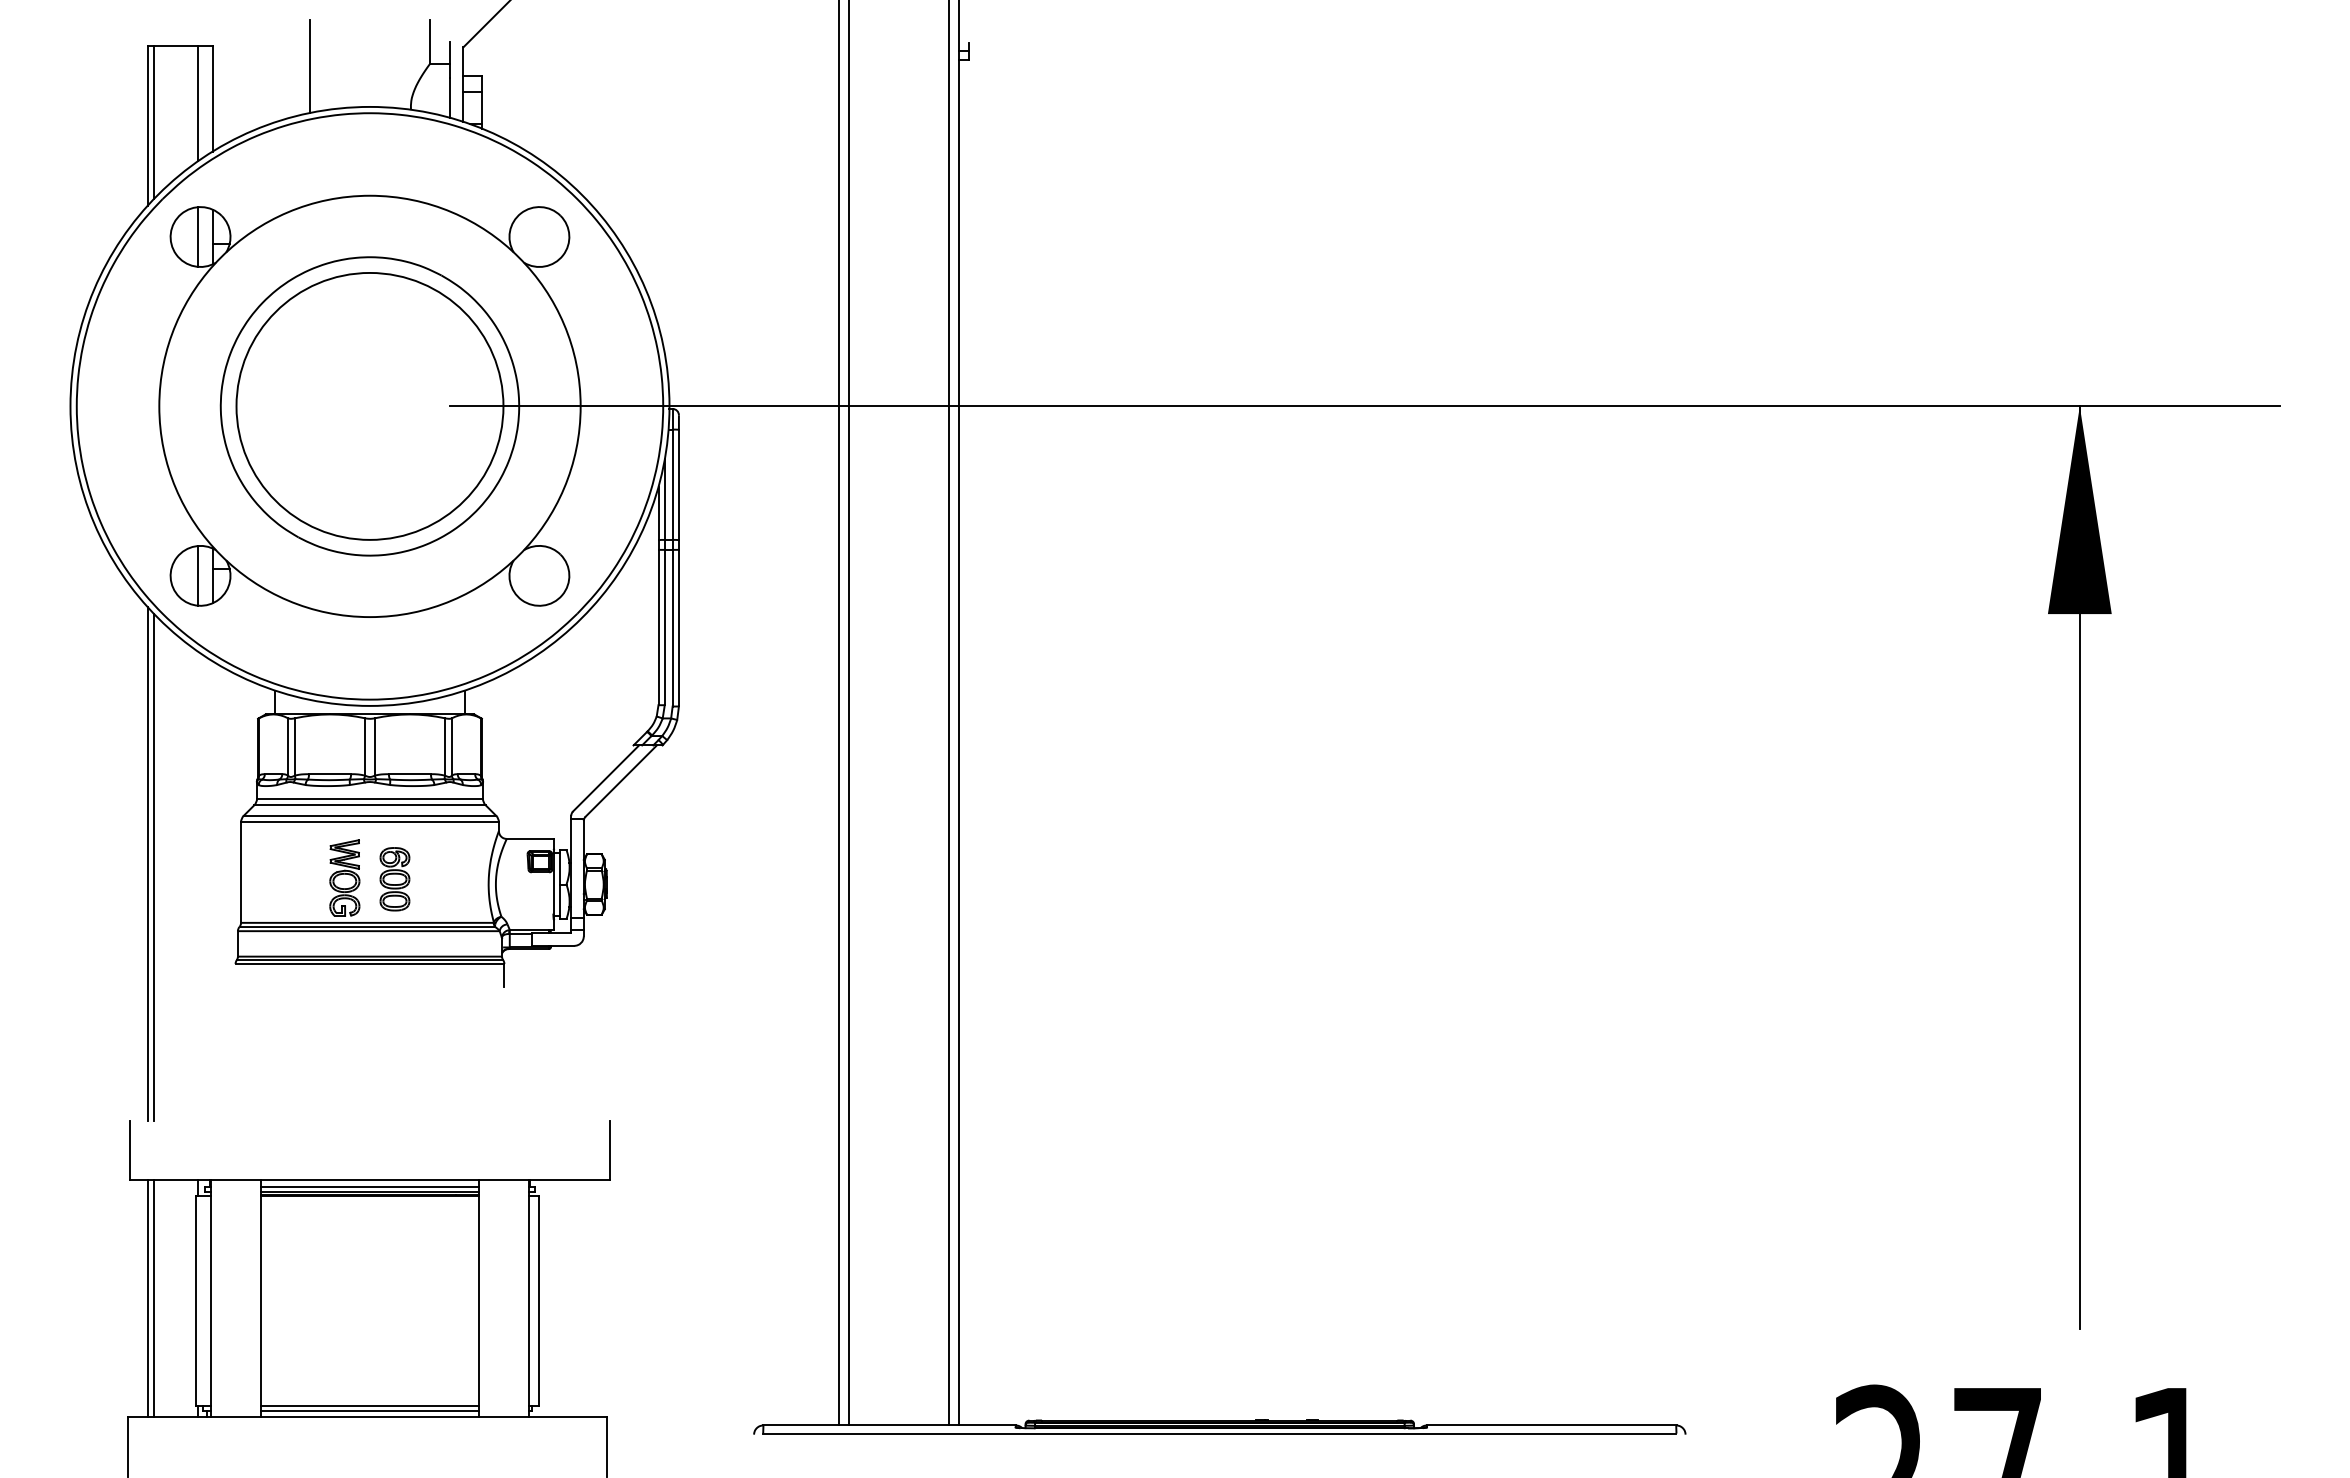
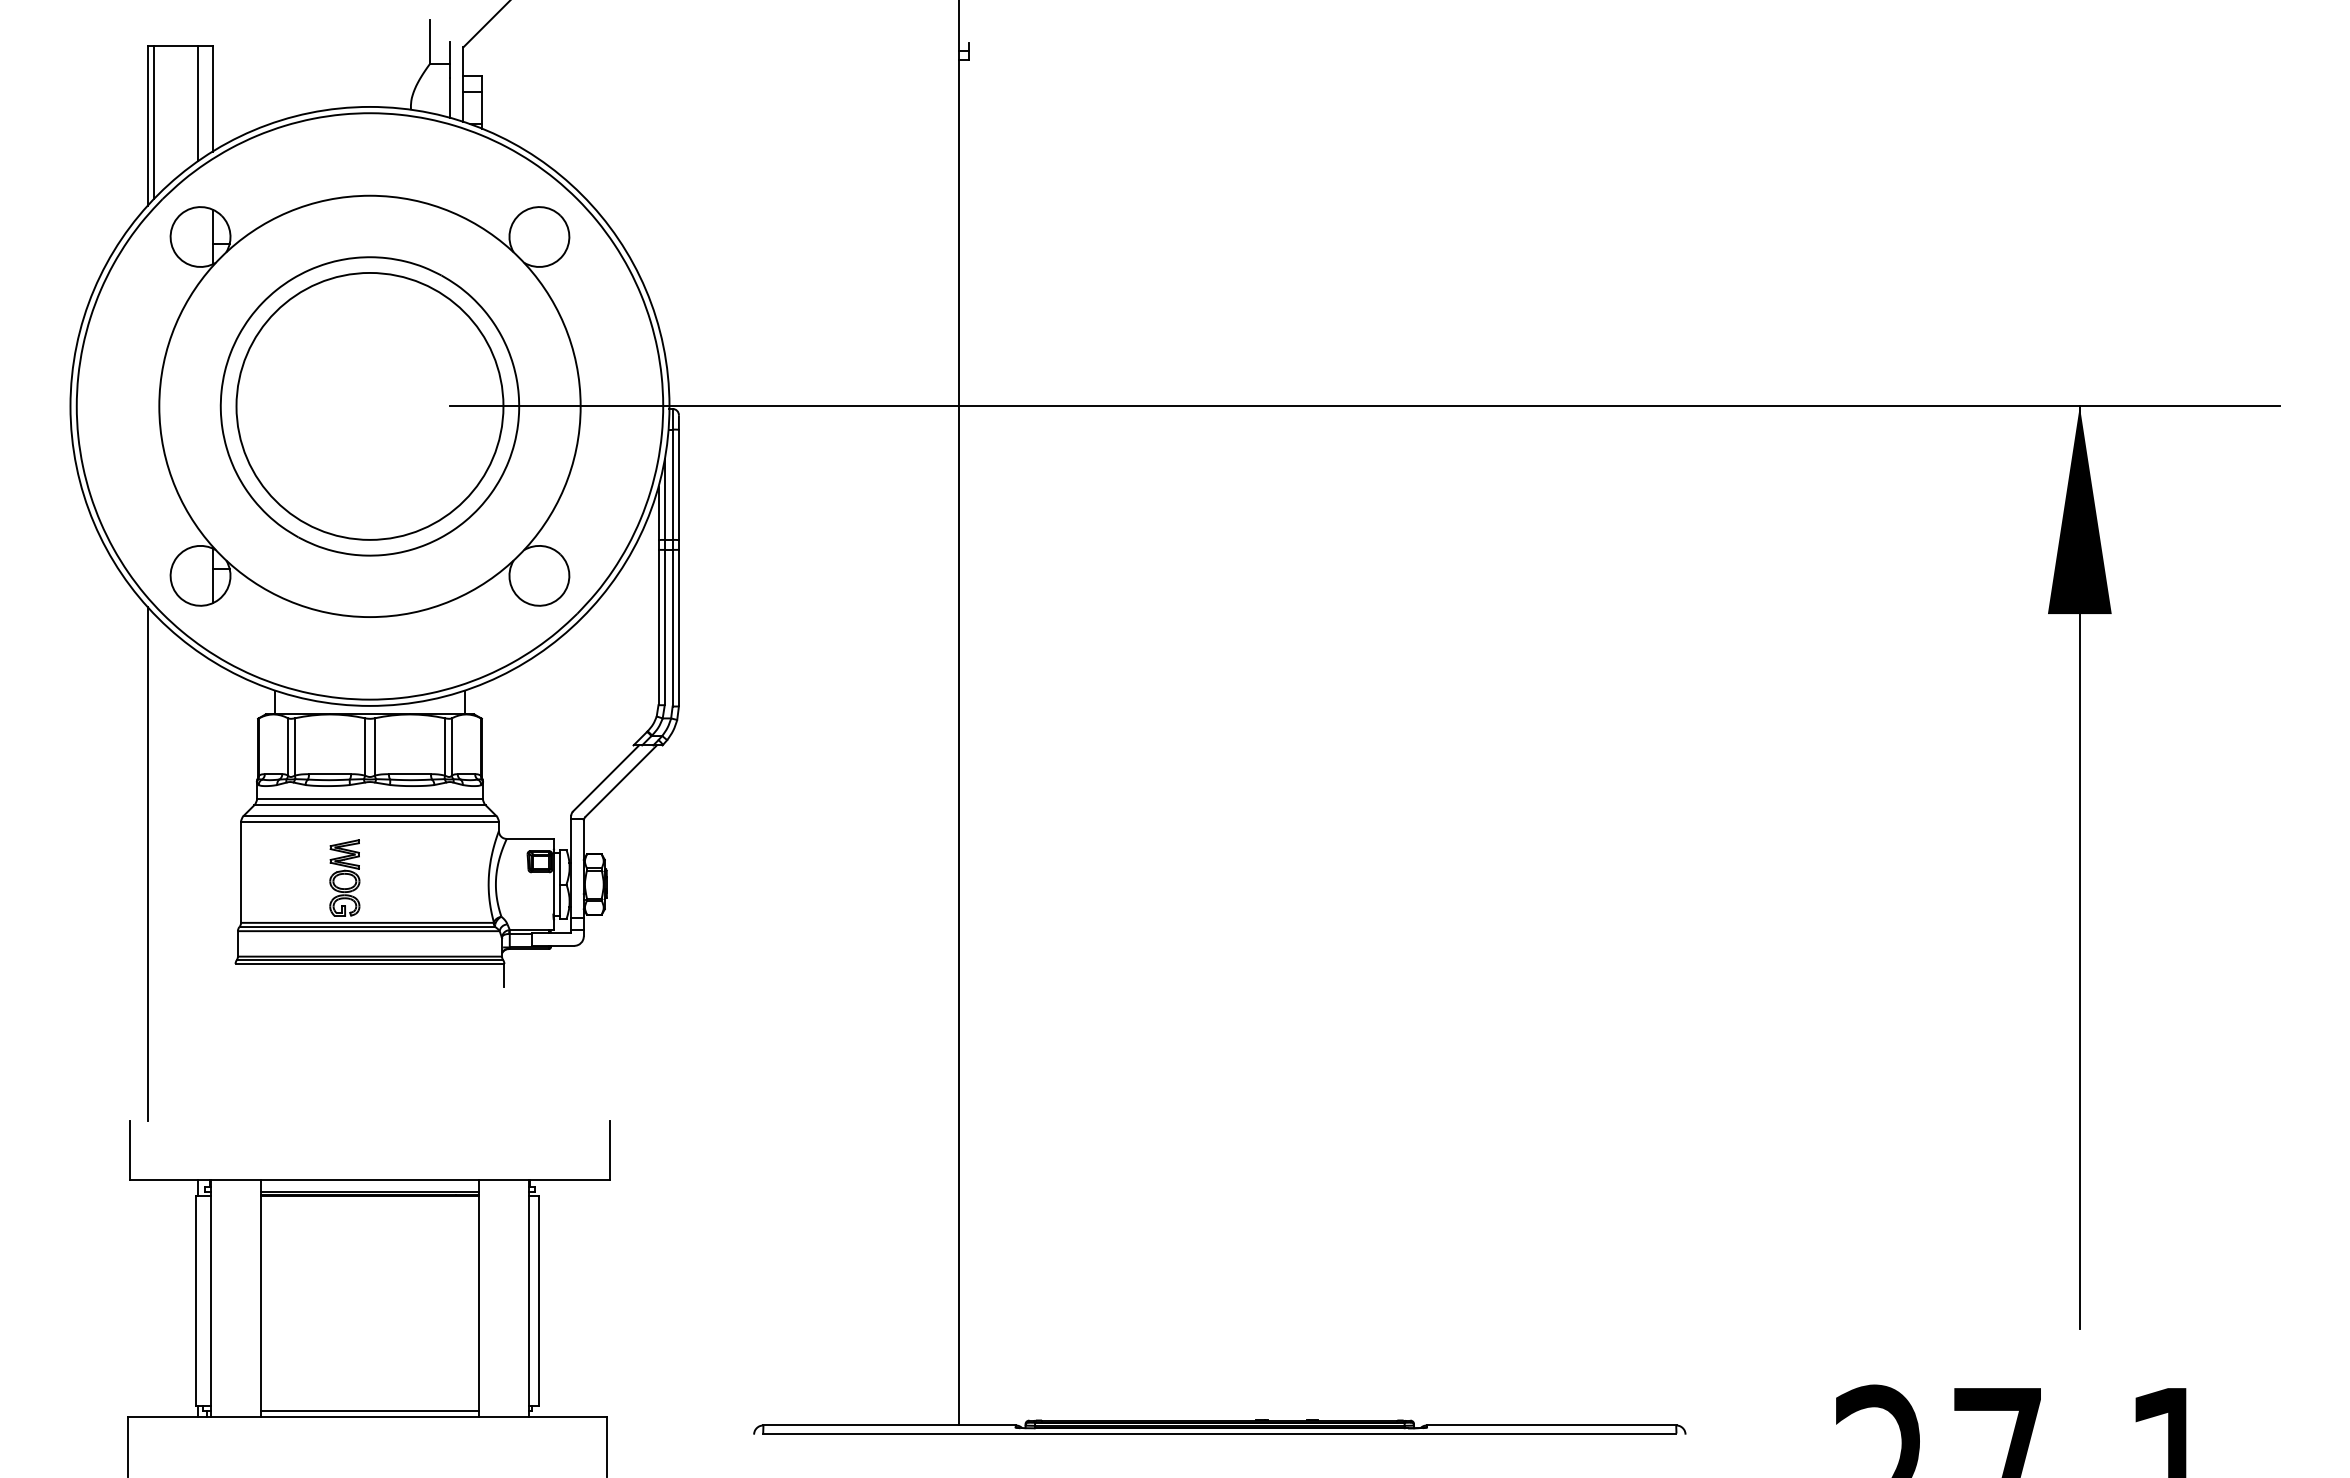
line at (310, 66): present -> none
line at (197, 236): present -> none
line at (197, 575): present -> none
line at (839, 713): present -> none
line at (849, 713): present -> none
line at (949, 713): present -> none
line at (153, 866): present -> none
part at (394, 879): present -> none
line at (369, 1186): present -> none
line at (147, 1298): present -> none
line at (153, 1298): present -> none
line at (369, 1406): present -> none
